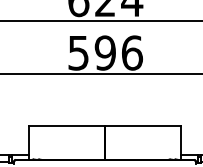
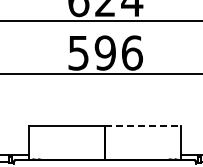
line at (143, 125): solid -> dashed
